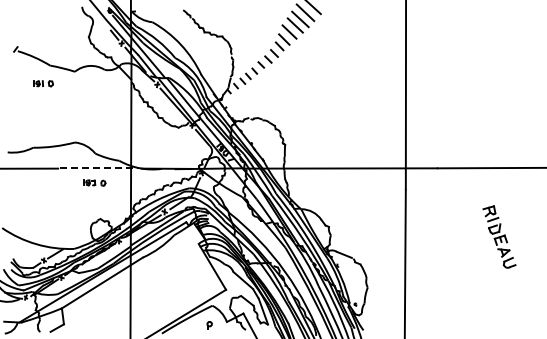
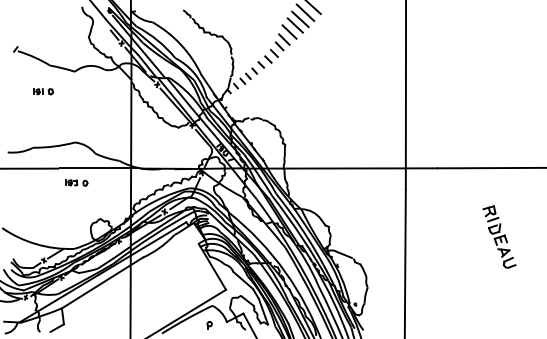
part at (43, 83) position: (43, 83) -> (43, 91)
line at (99, 168): dashed -> solid
part at (94, 182) position: (94, 182) -> (76, 182)
